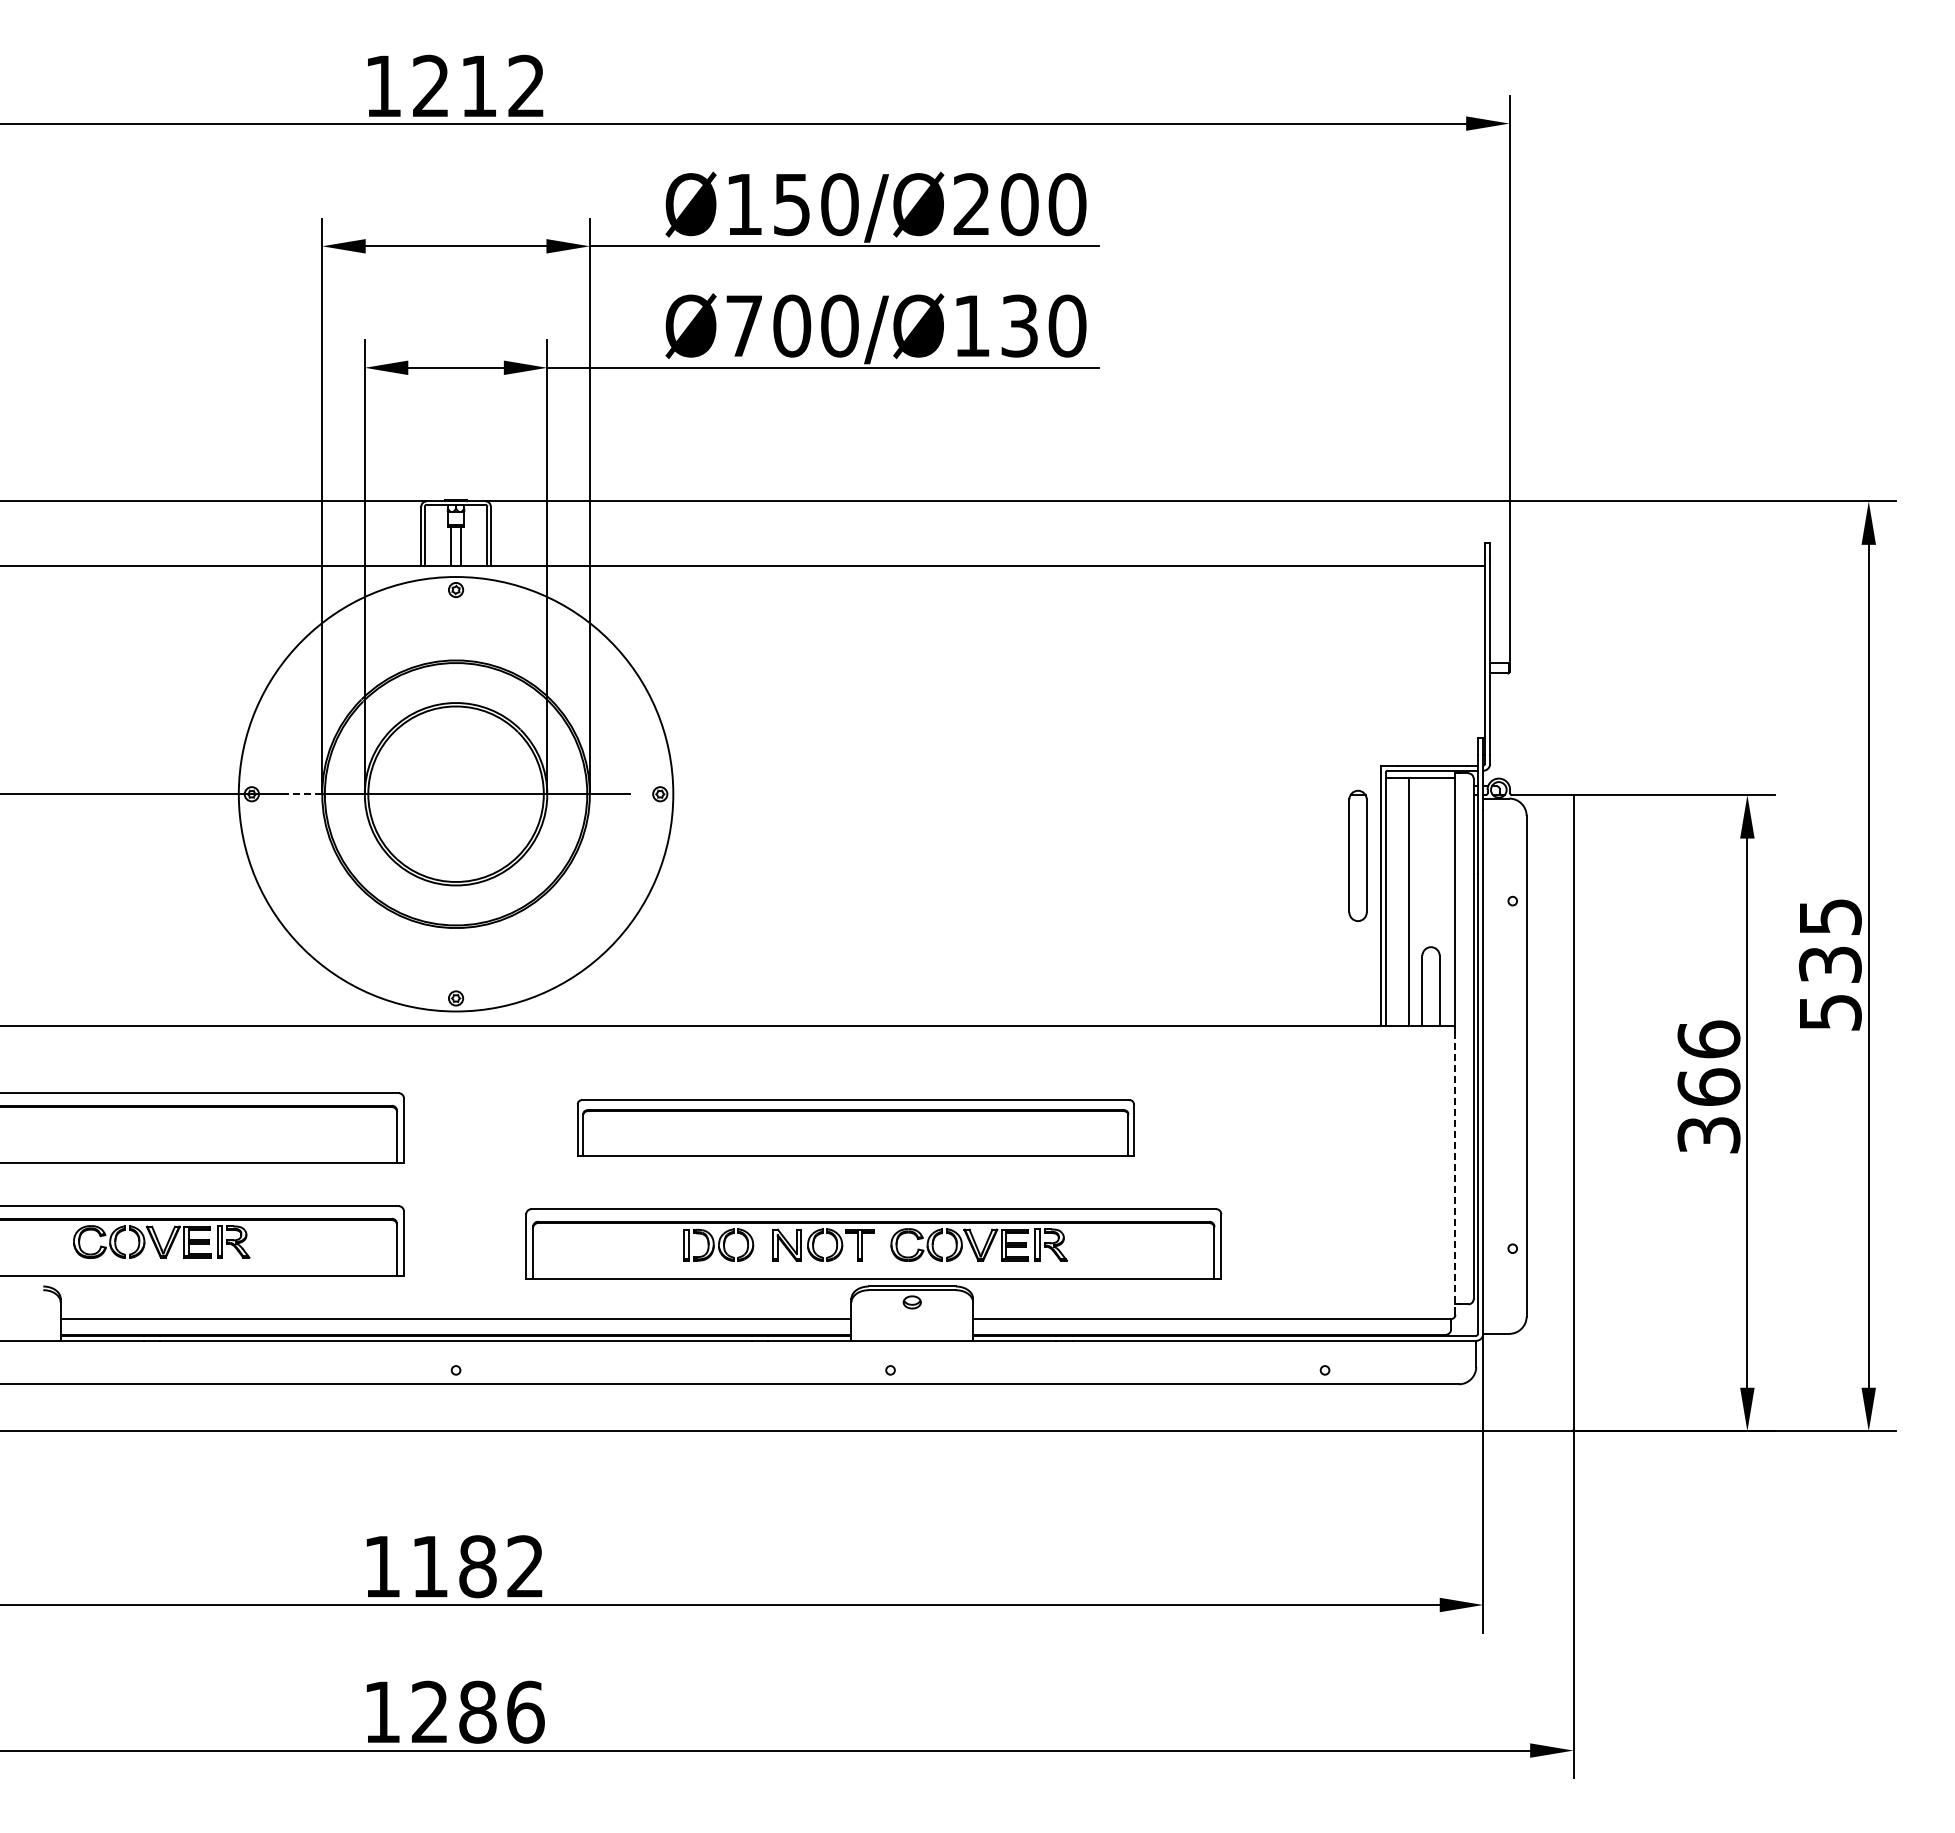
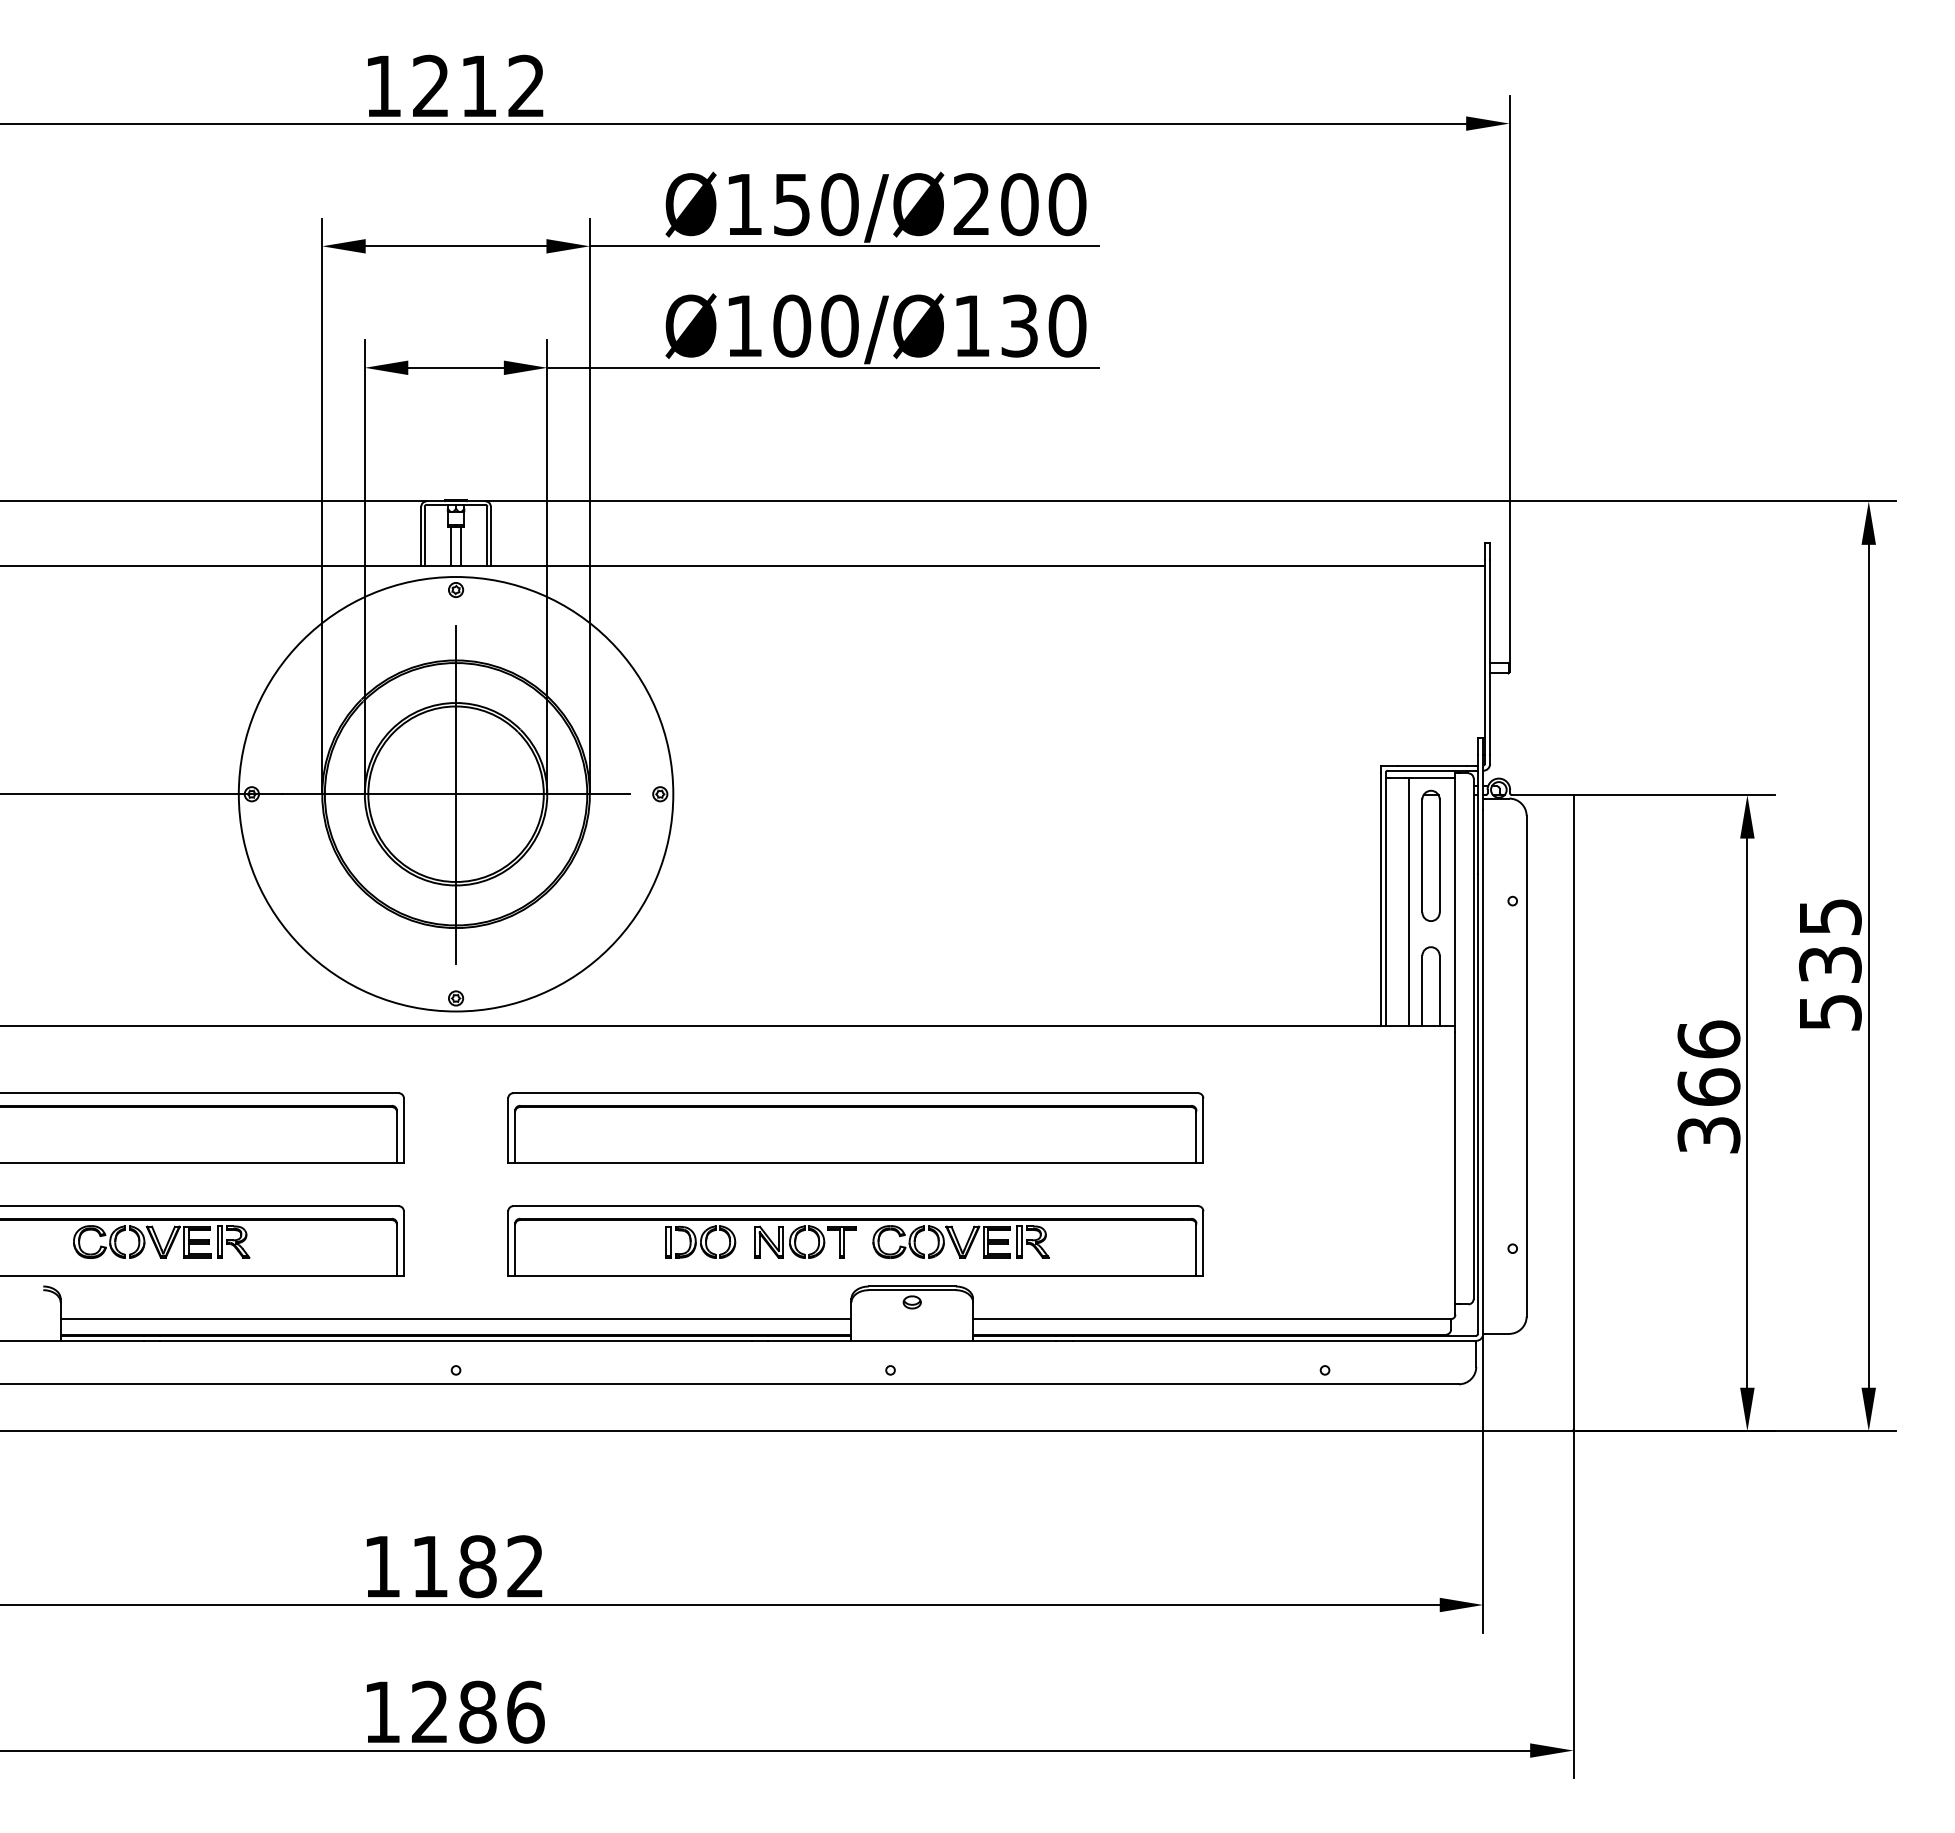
text at (743, 325): Ø700/Ø130 -> Ø100/Ø130
line at (301, 794): dashed -> solid
line at (456, 794): none -> present
part at (1357, 855) position: (1357, 855) -> (1430, 855)
part at (855, 1127) size: 559x58 px -> 698x72 px
line at (1455, 1172): dashed -> solid
part at (873, 1243) position: (873, 1243) -> (855, 1240)
